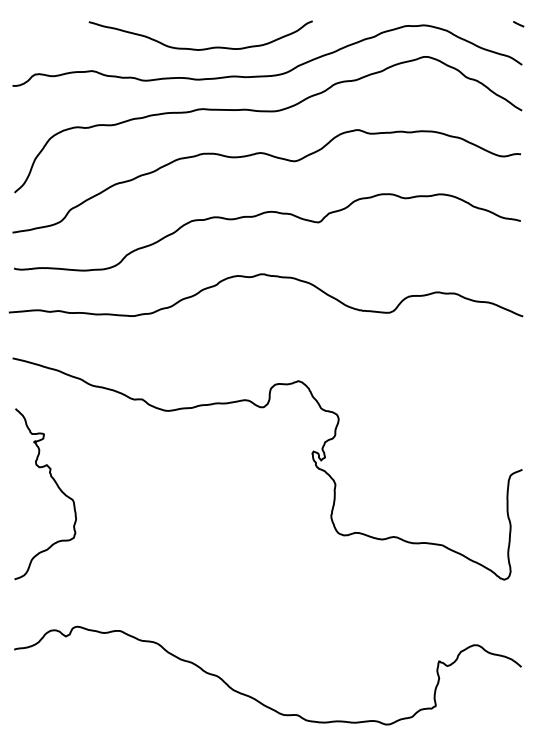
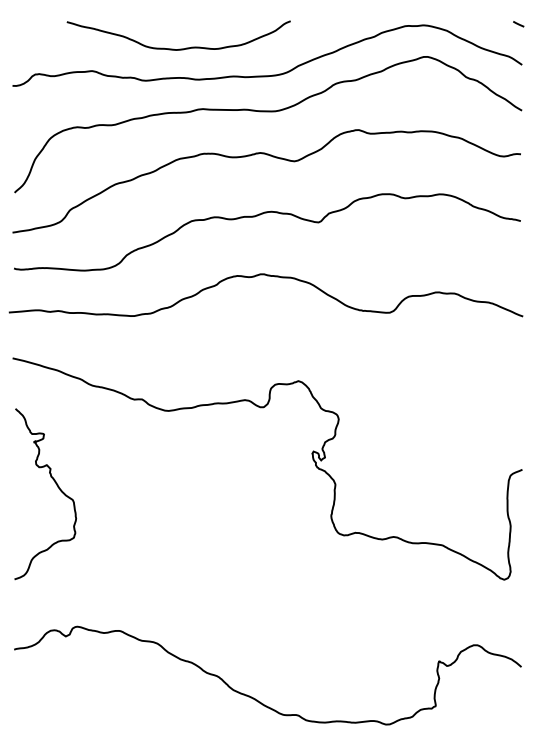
curve at (201, 48) position: (201, 48) -> (179, 48)
